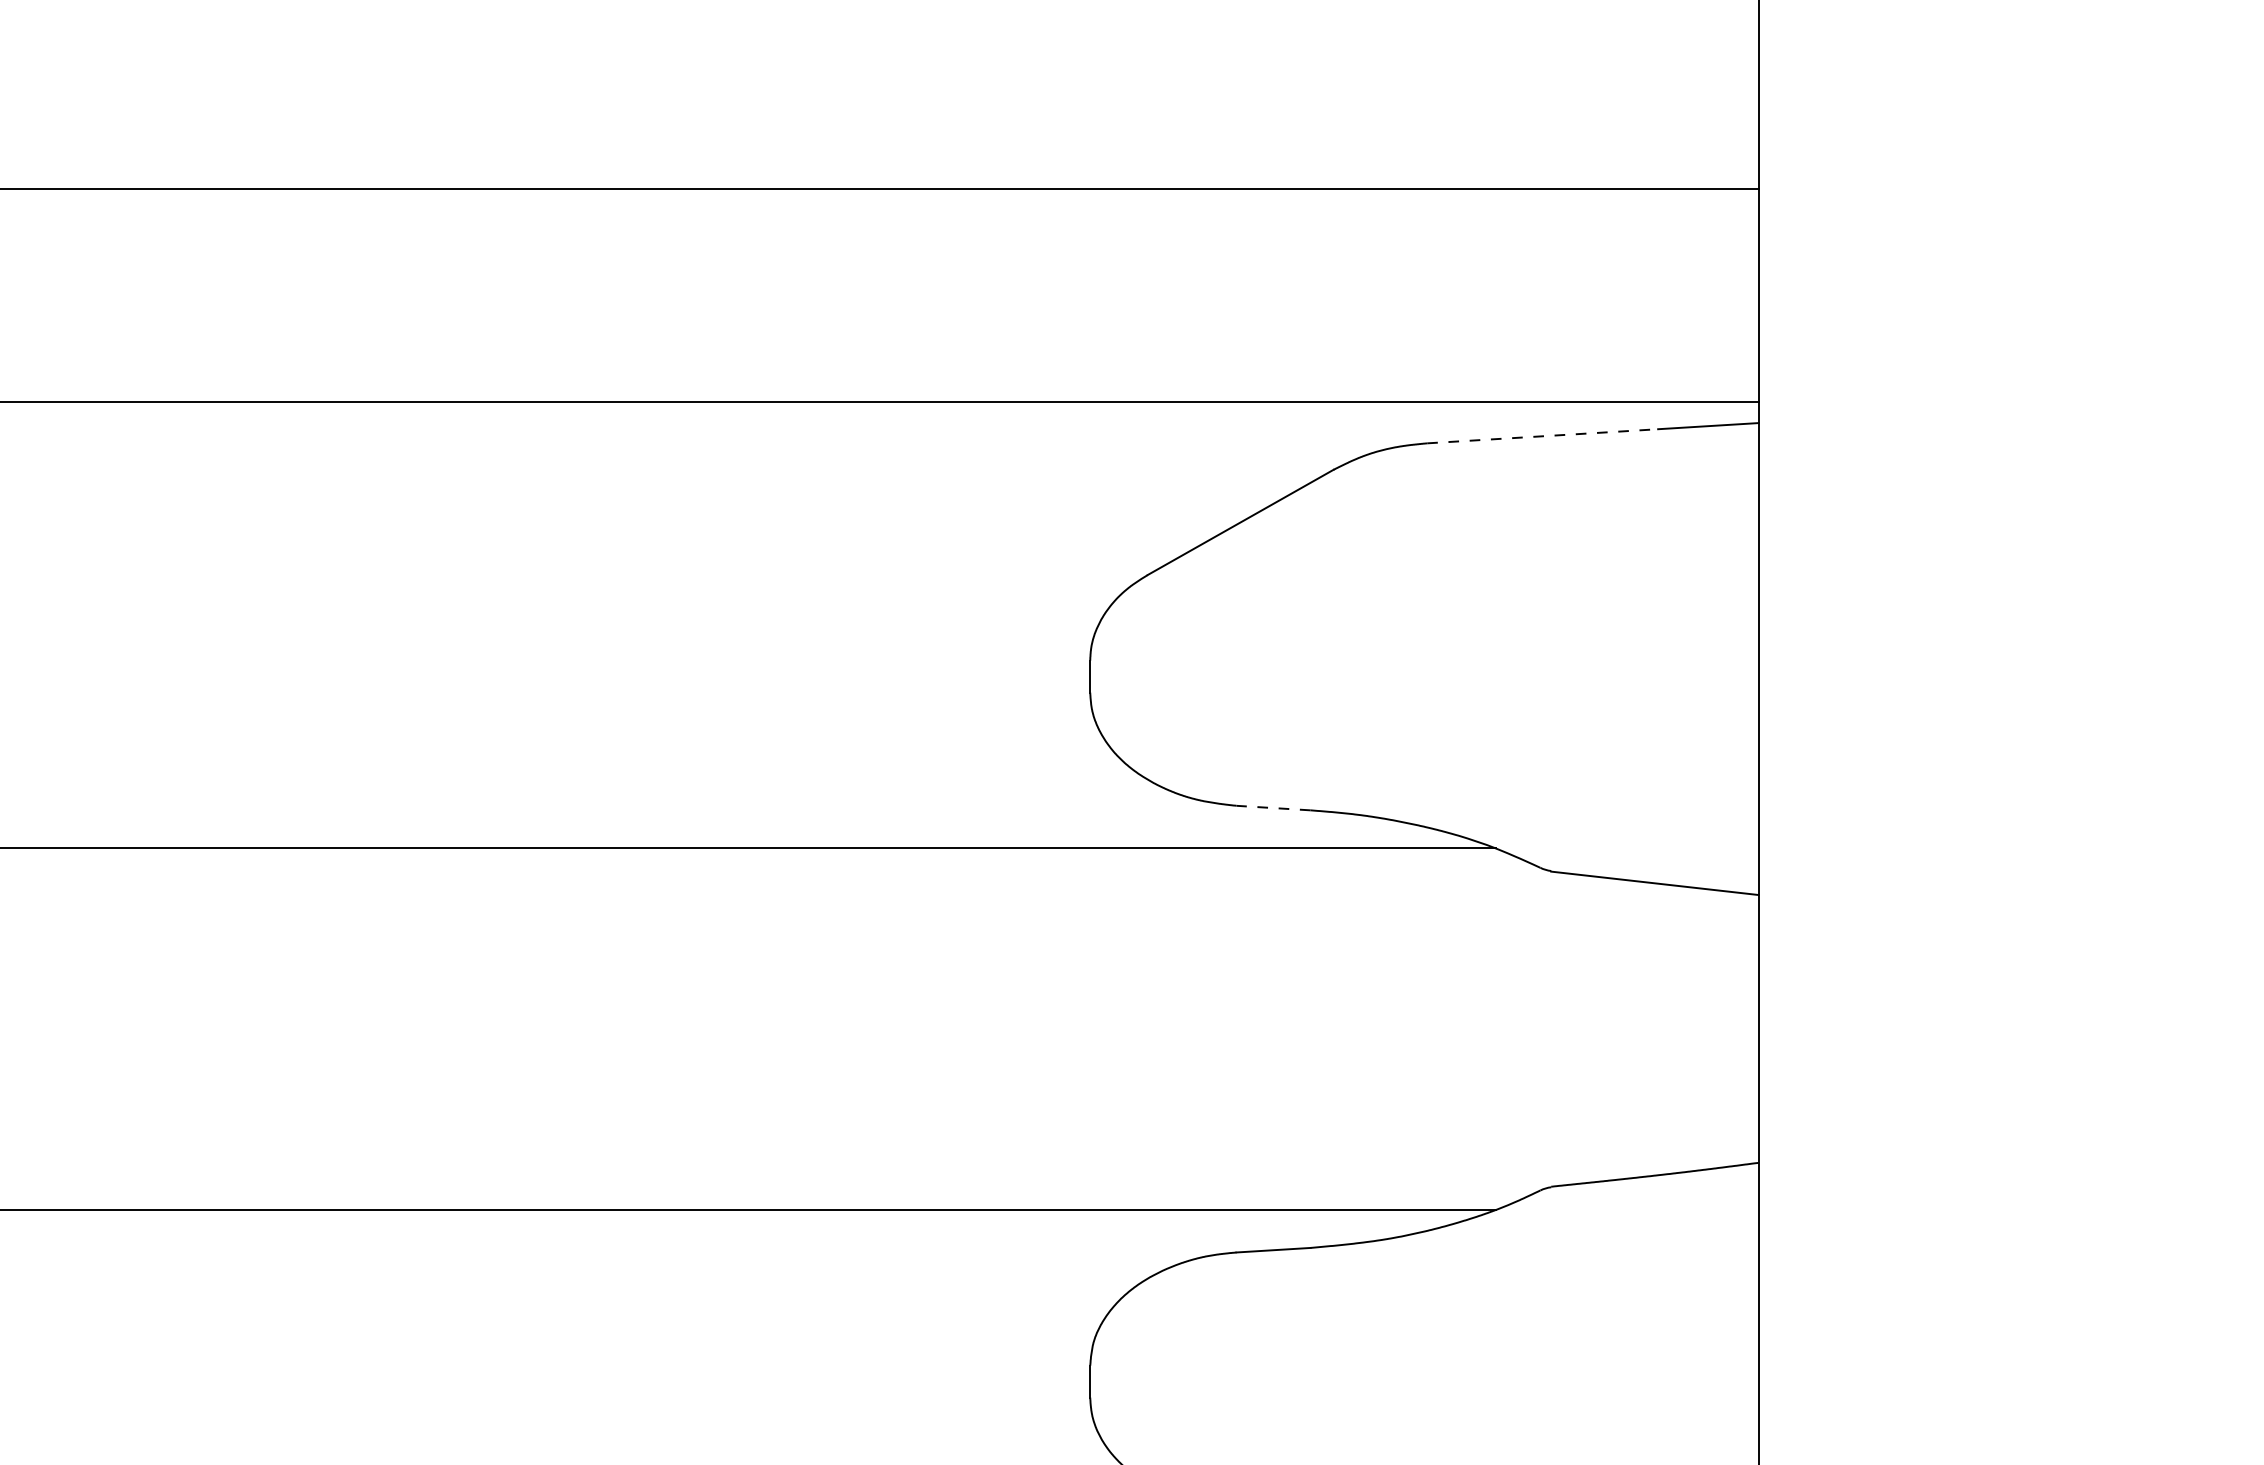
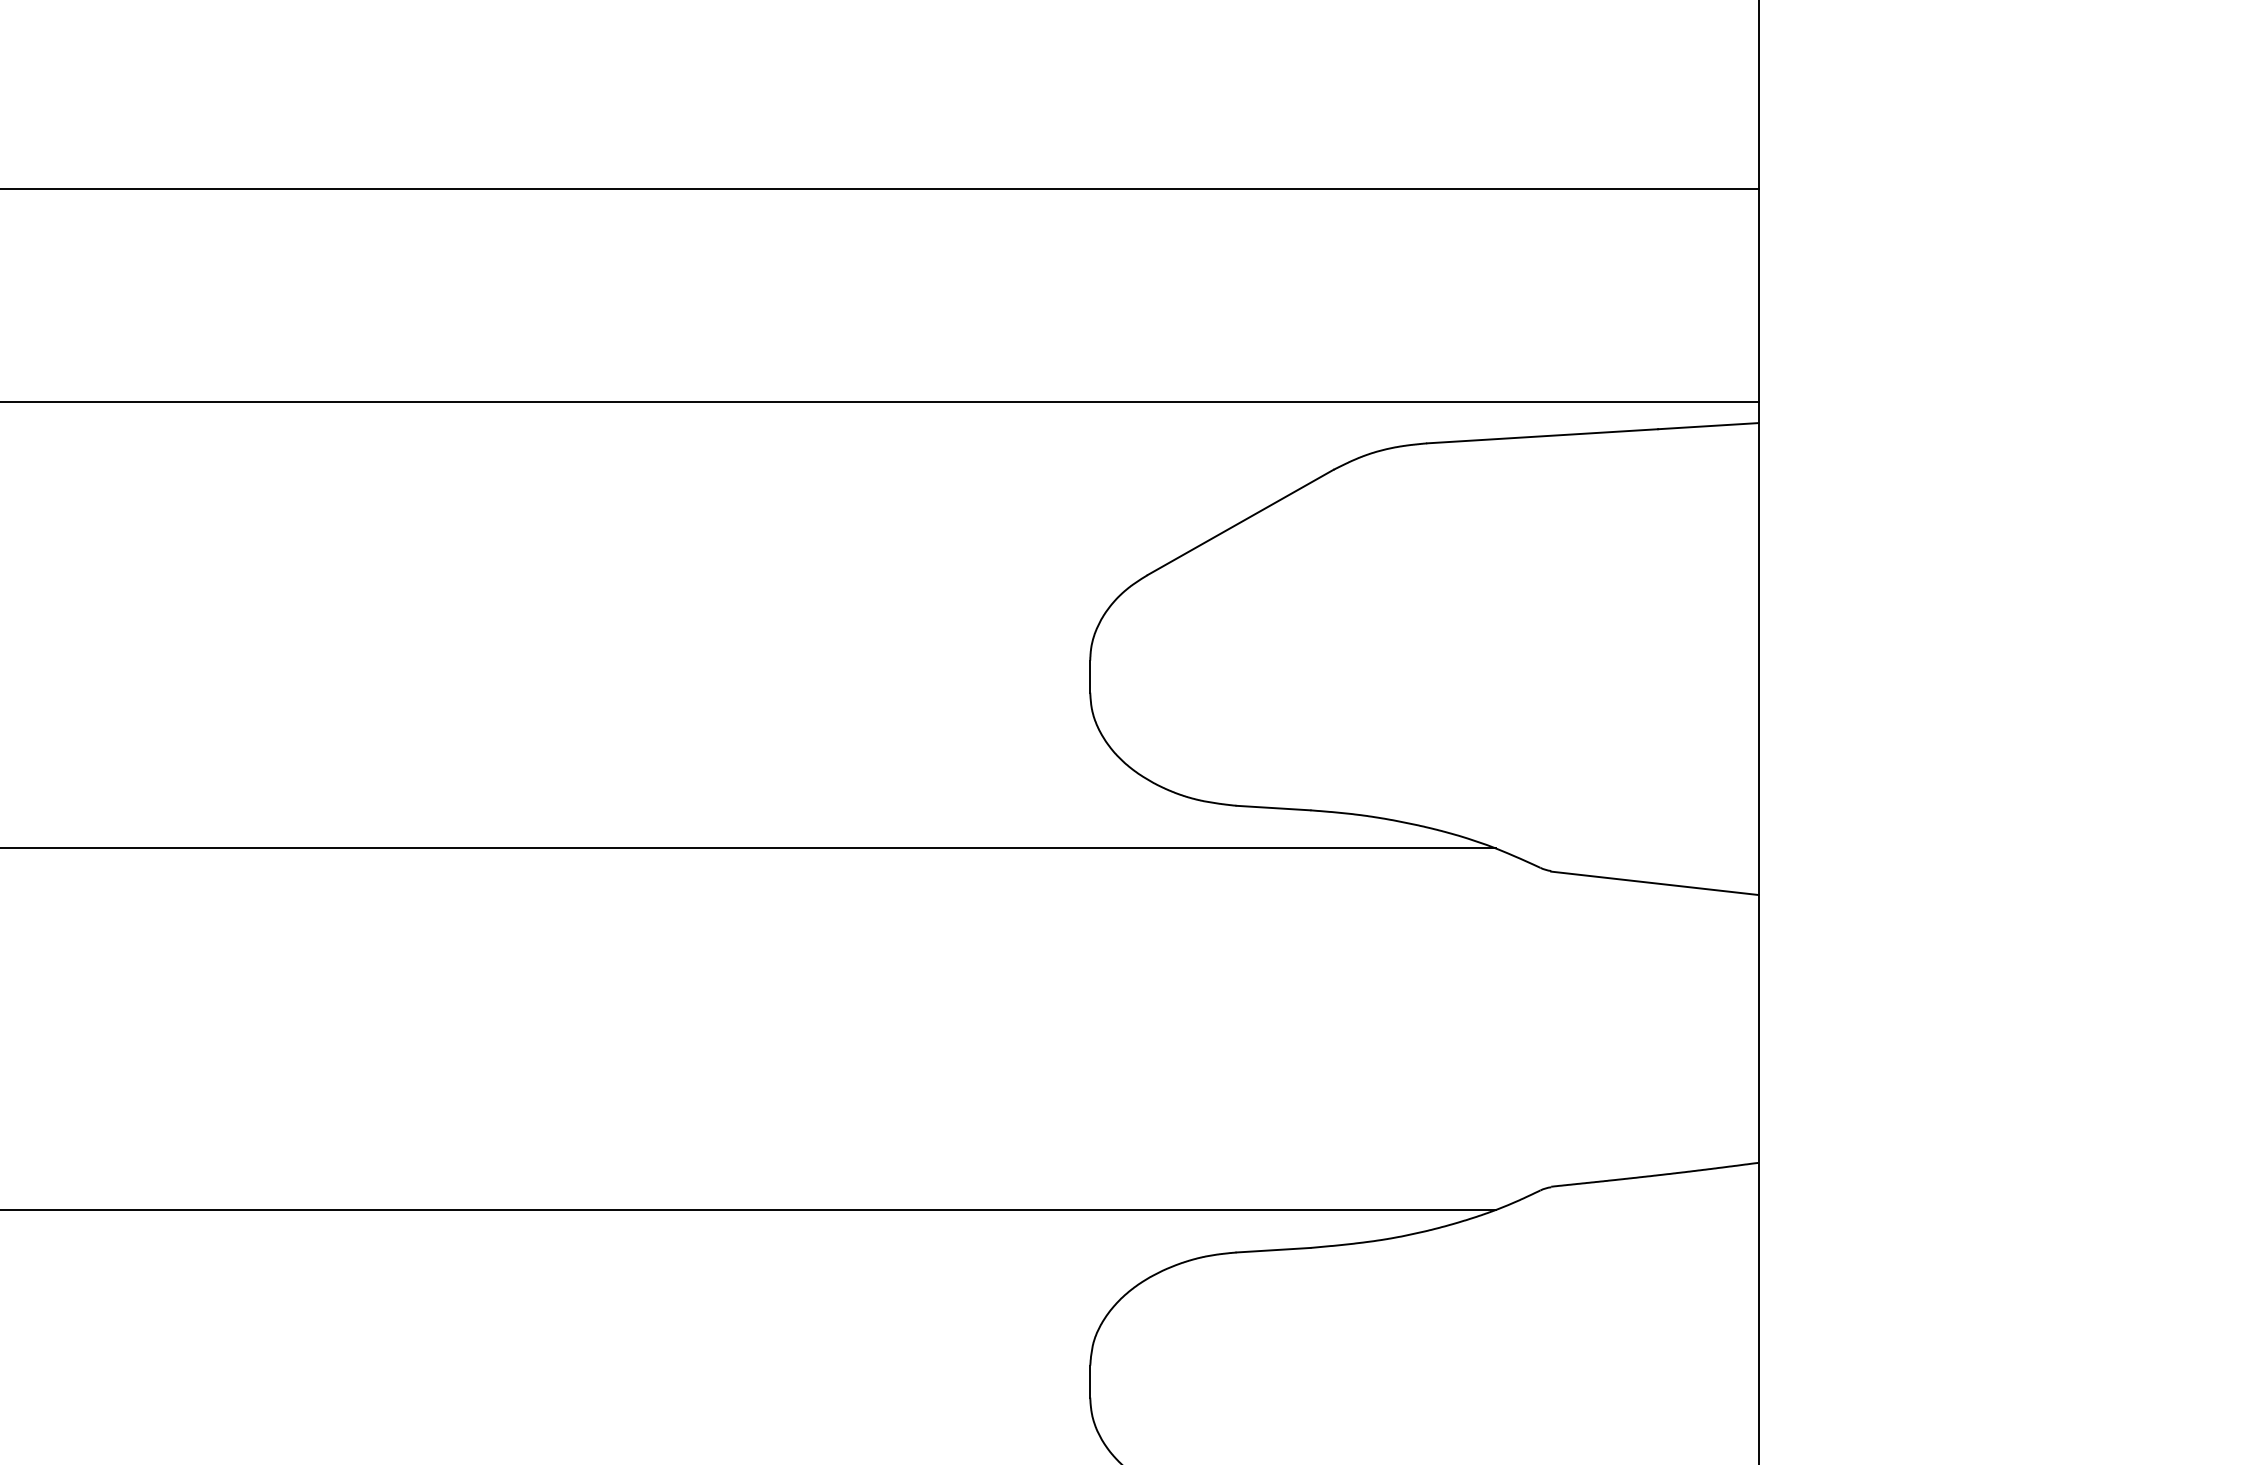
line at (1542, 436): dashed -> solid
line at (1273, 808): dashed -> solid
